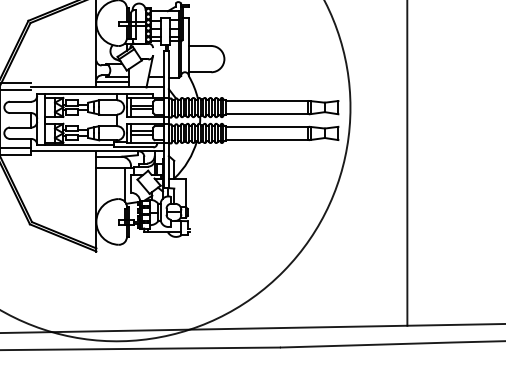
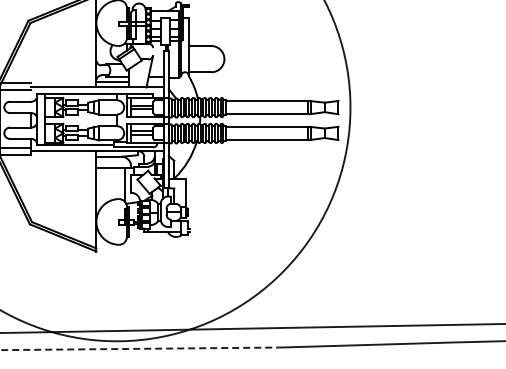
line at (407, 163): present -> none
line at (140, 348): solid -> dashed
